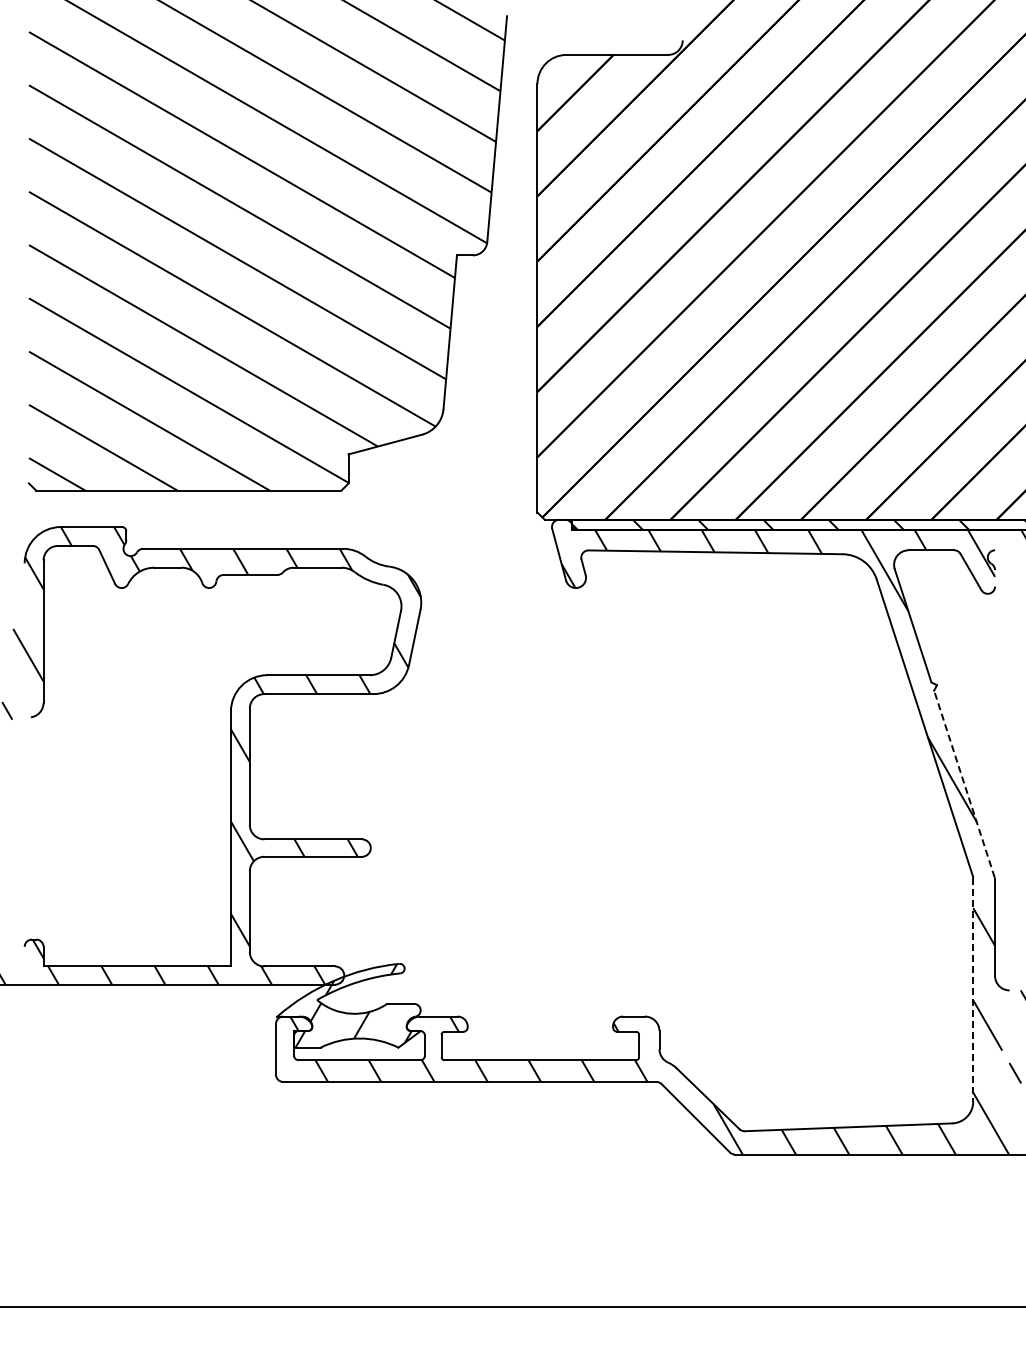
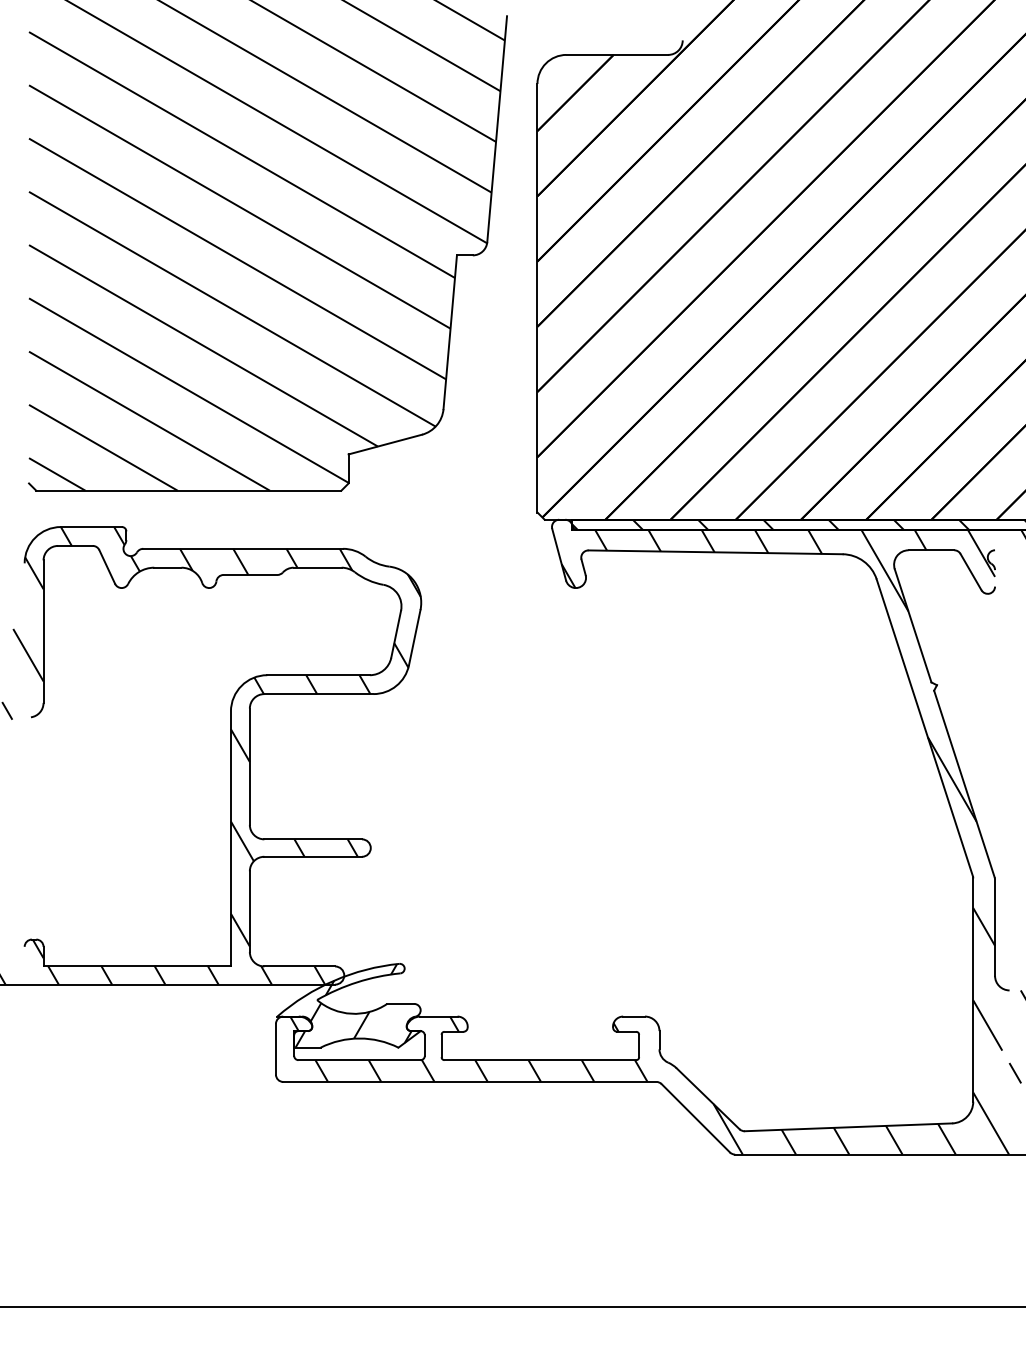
line at (964, 783): dashed -> solid
line at (973, 990): dashed -> solid
